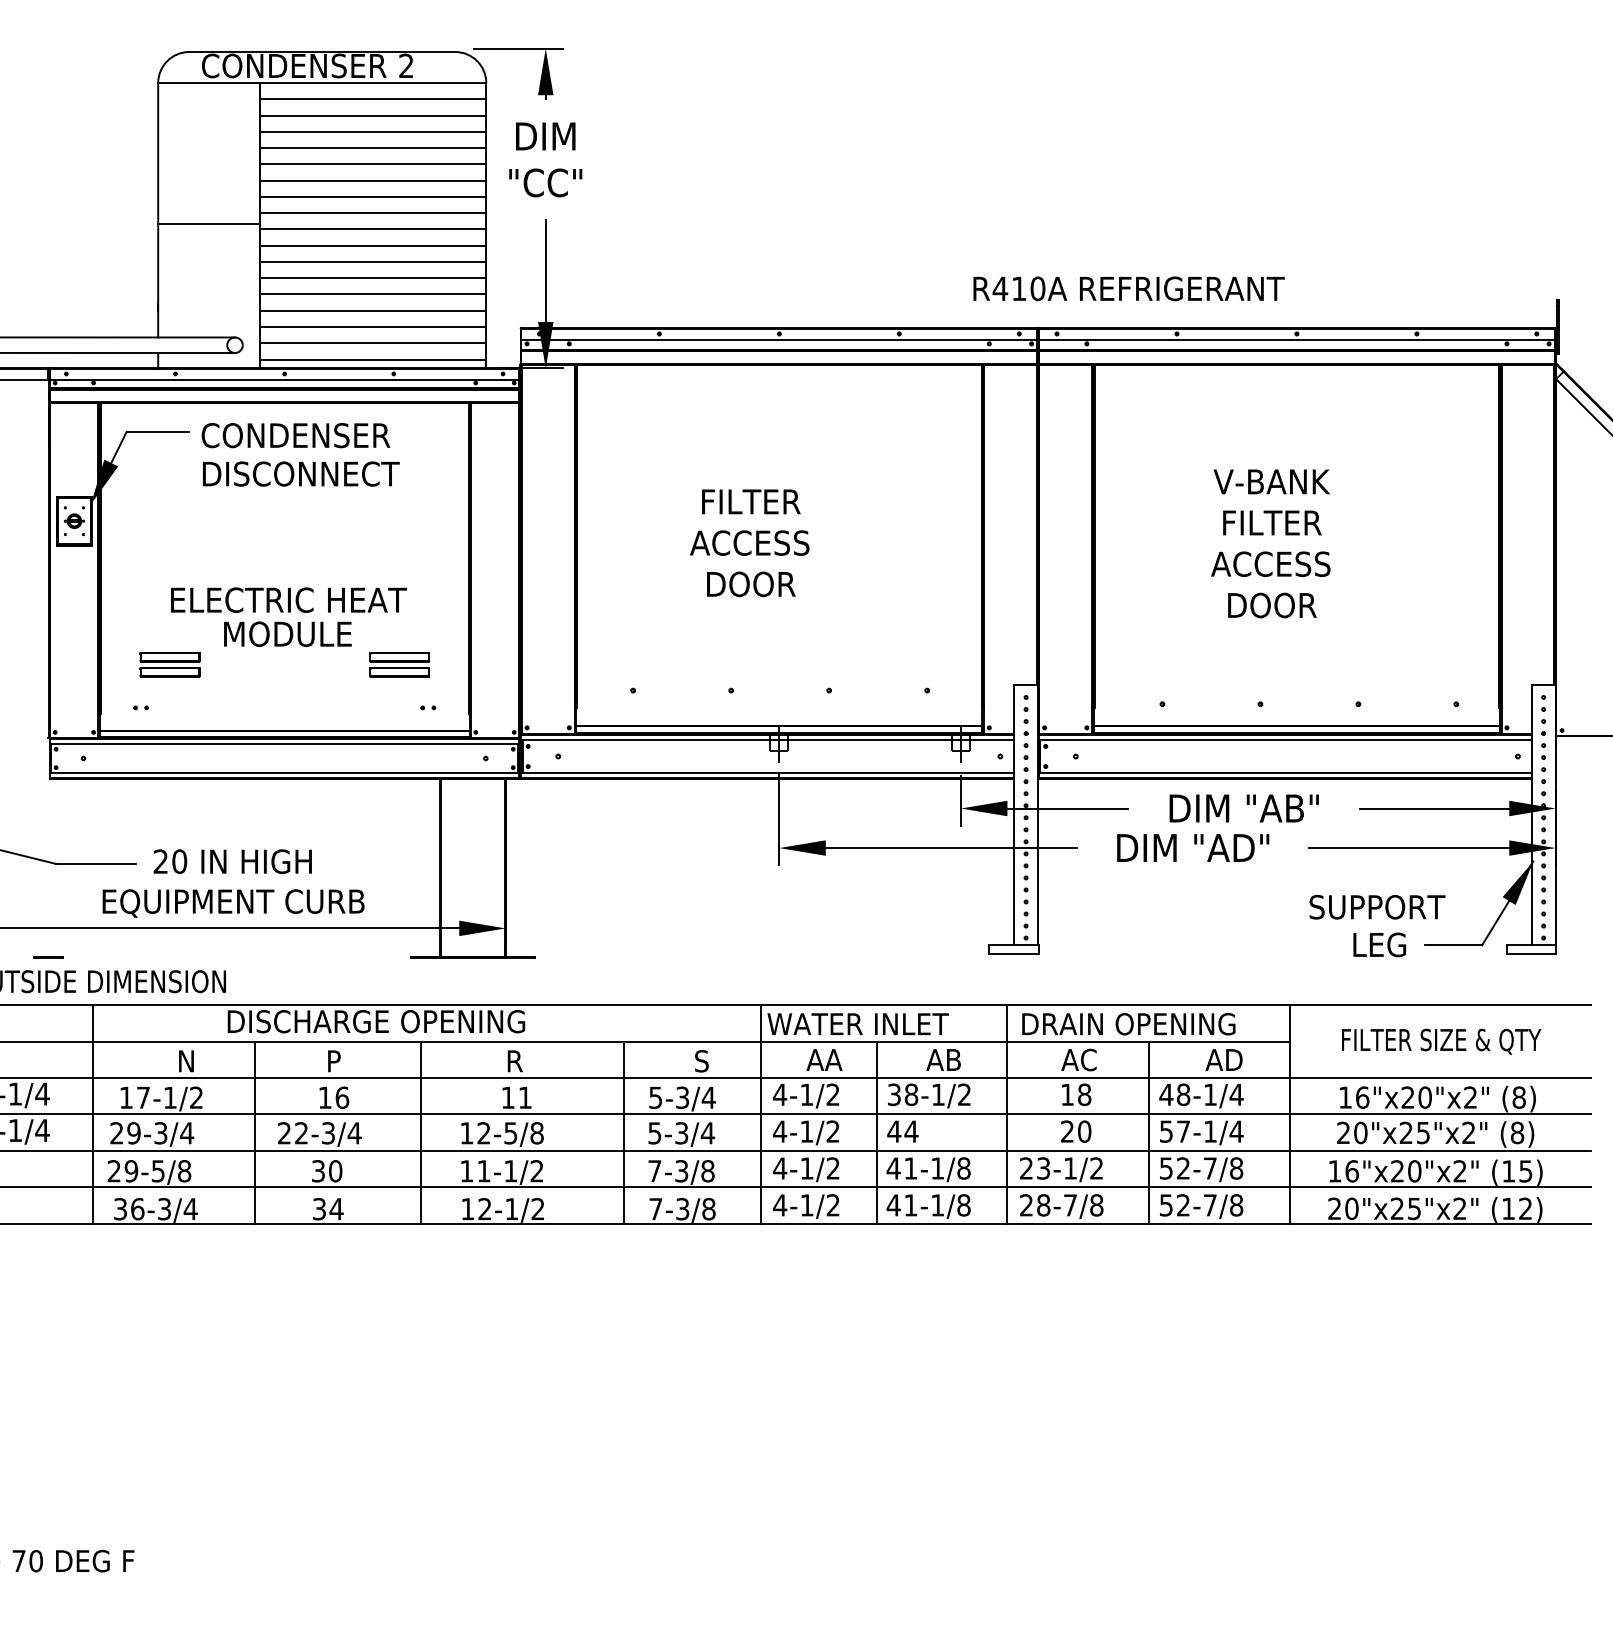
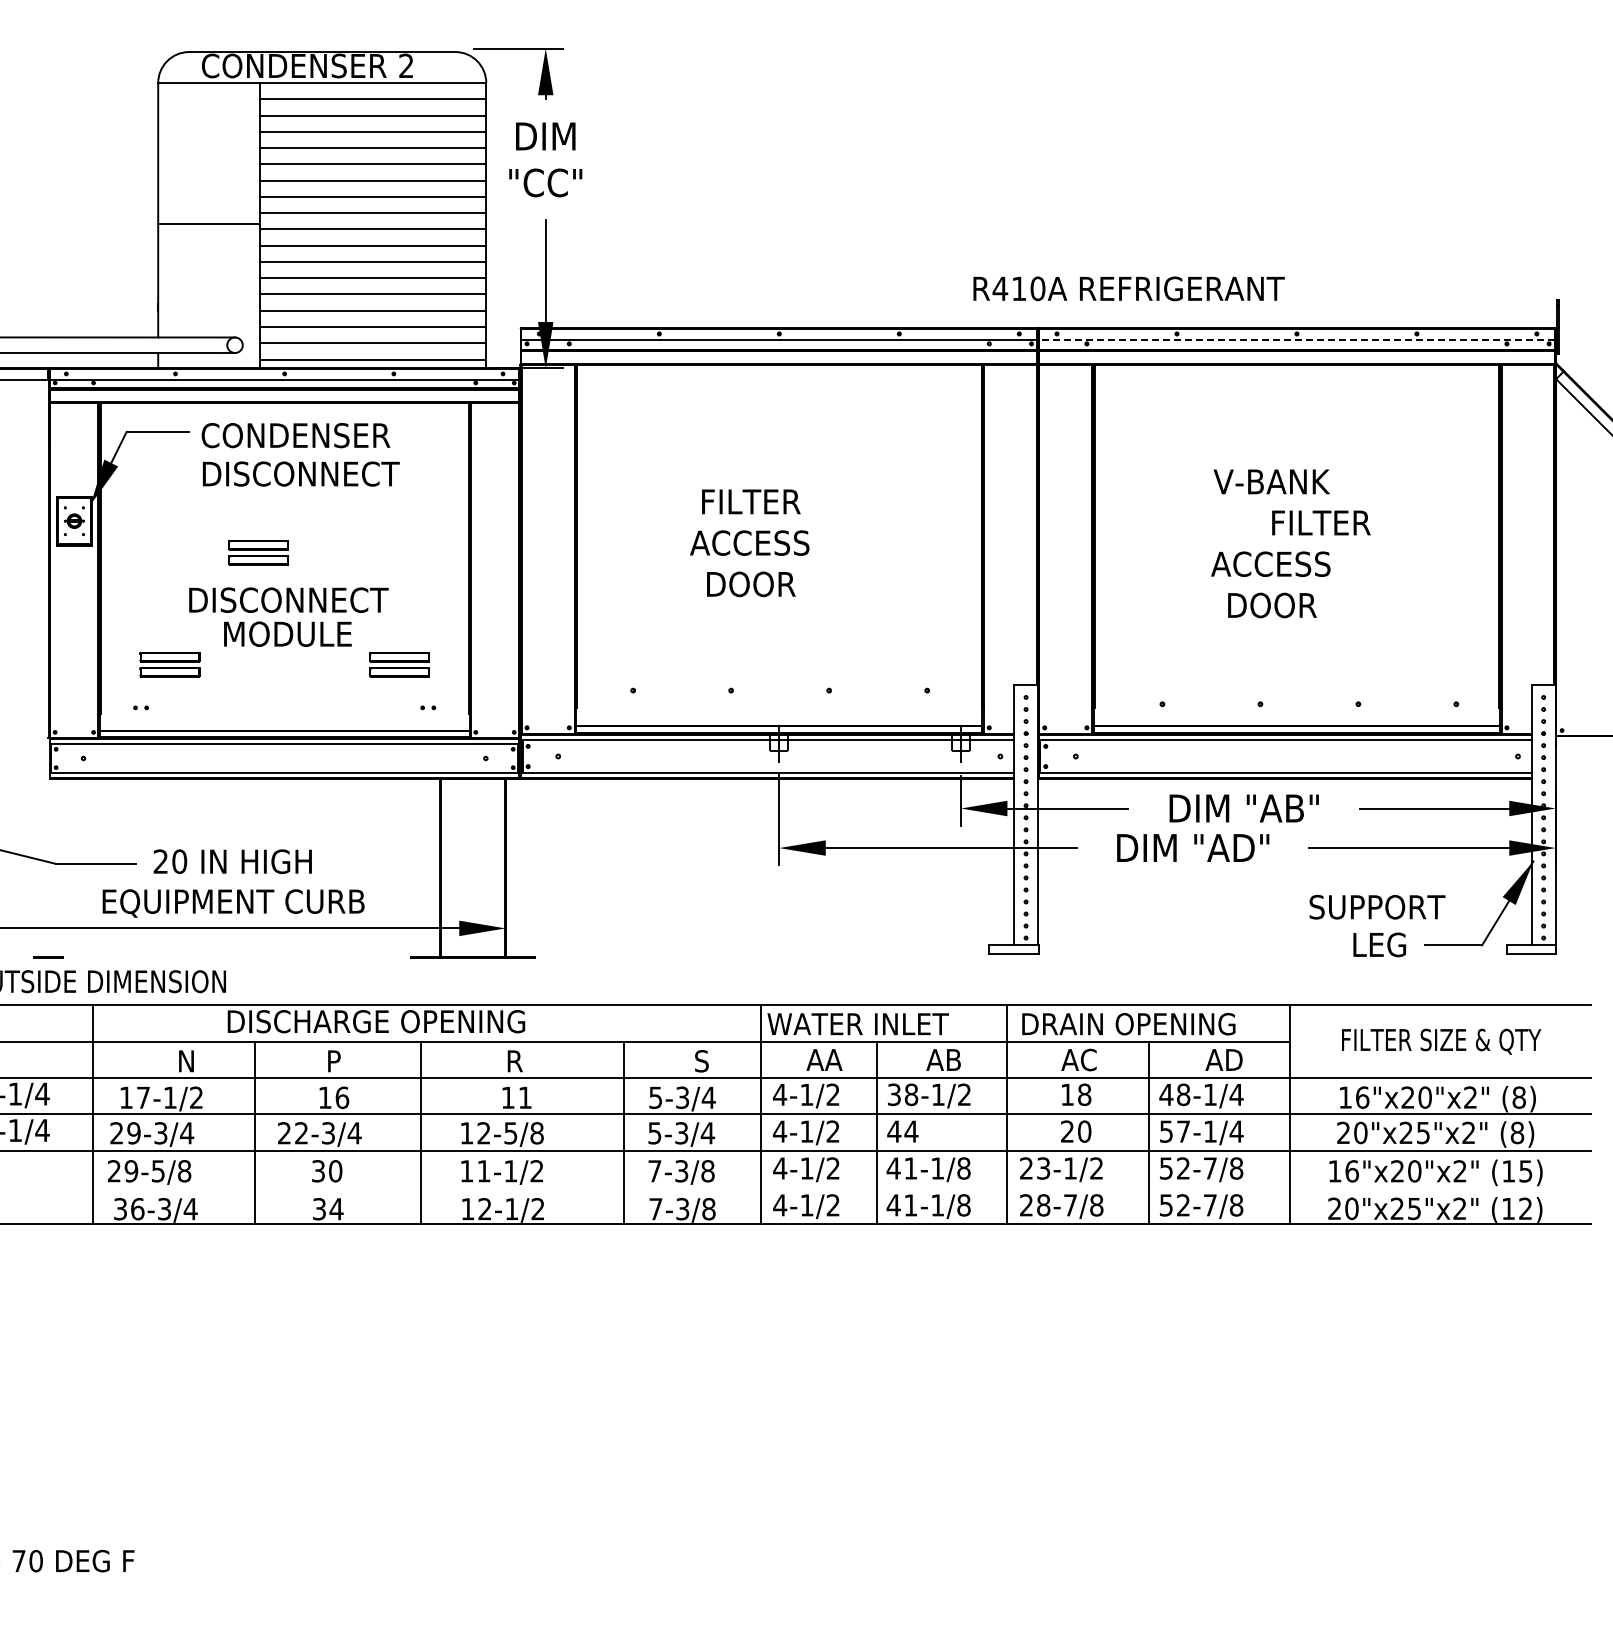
line at (1296, 340): solid -> dashed
text at (1272, 522) position: (1272, 522) -> (1321, 522)
part at (258, 552): none -> present
text at (288, 599): ELECTRIC HEAT -> DISCONNECT
line at (796, 1187): present -> none
